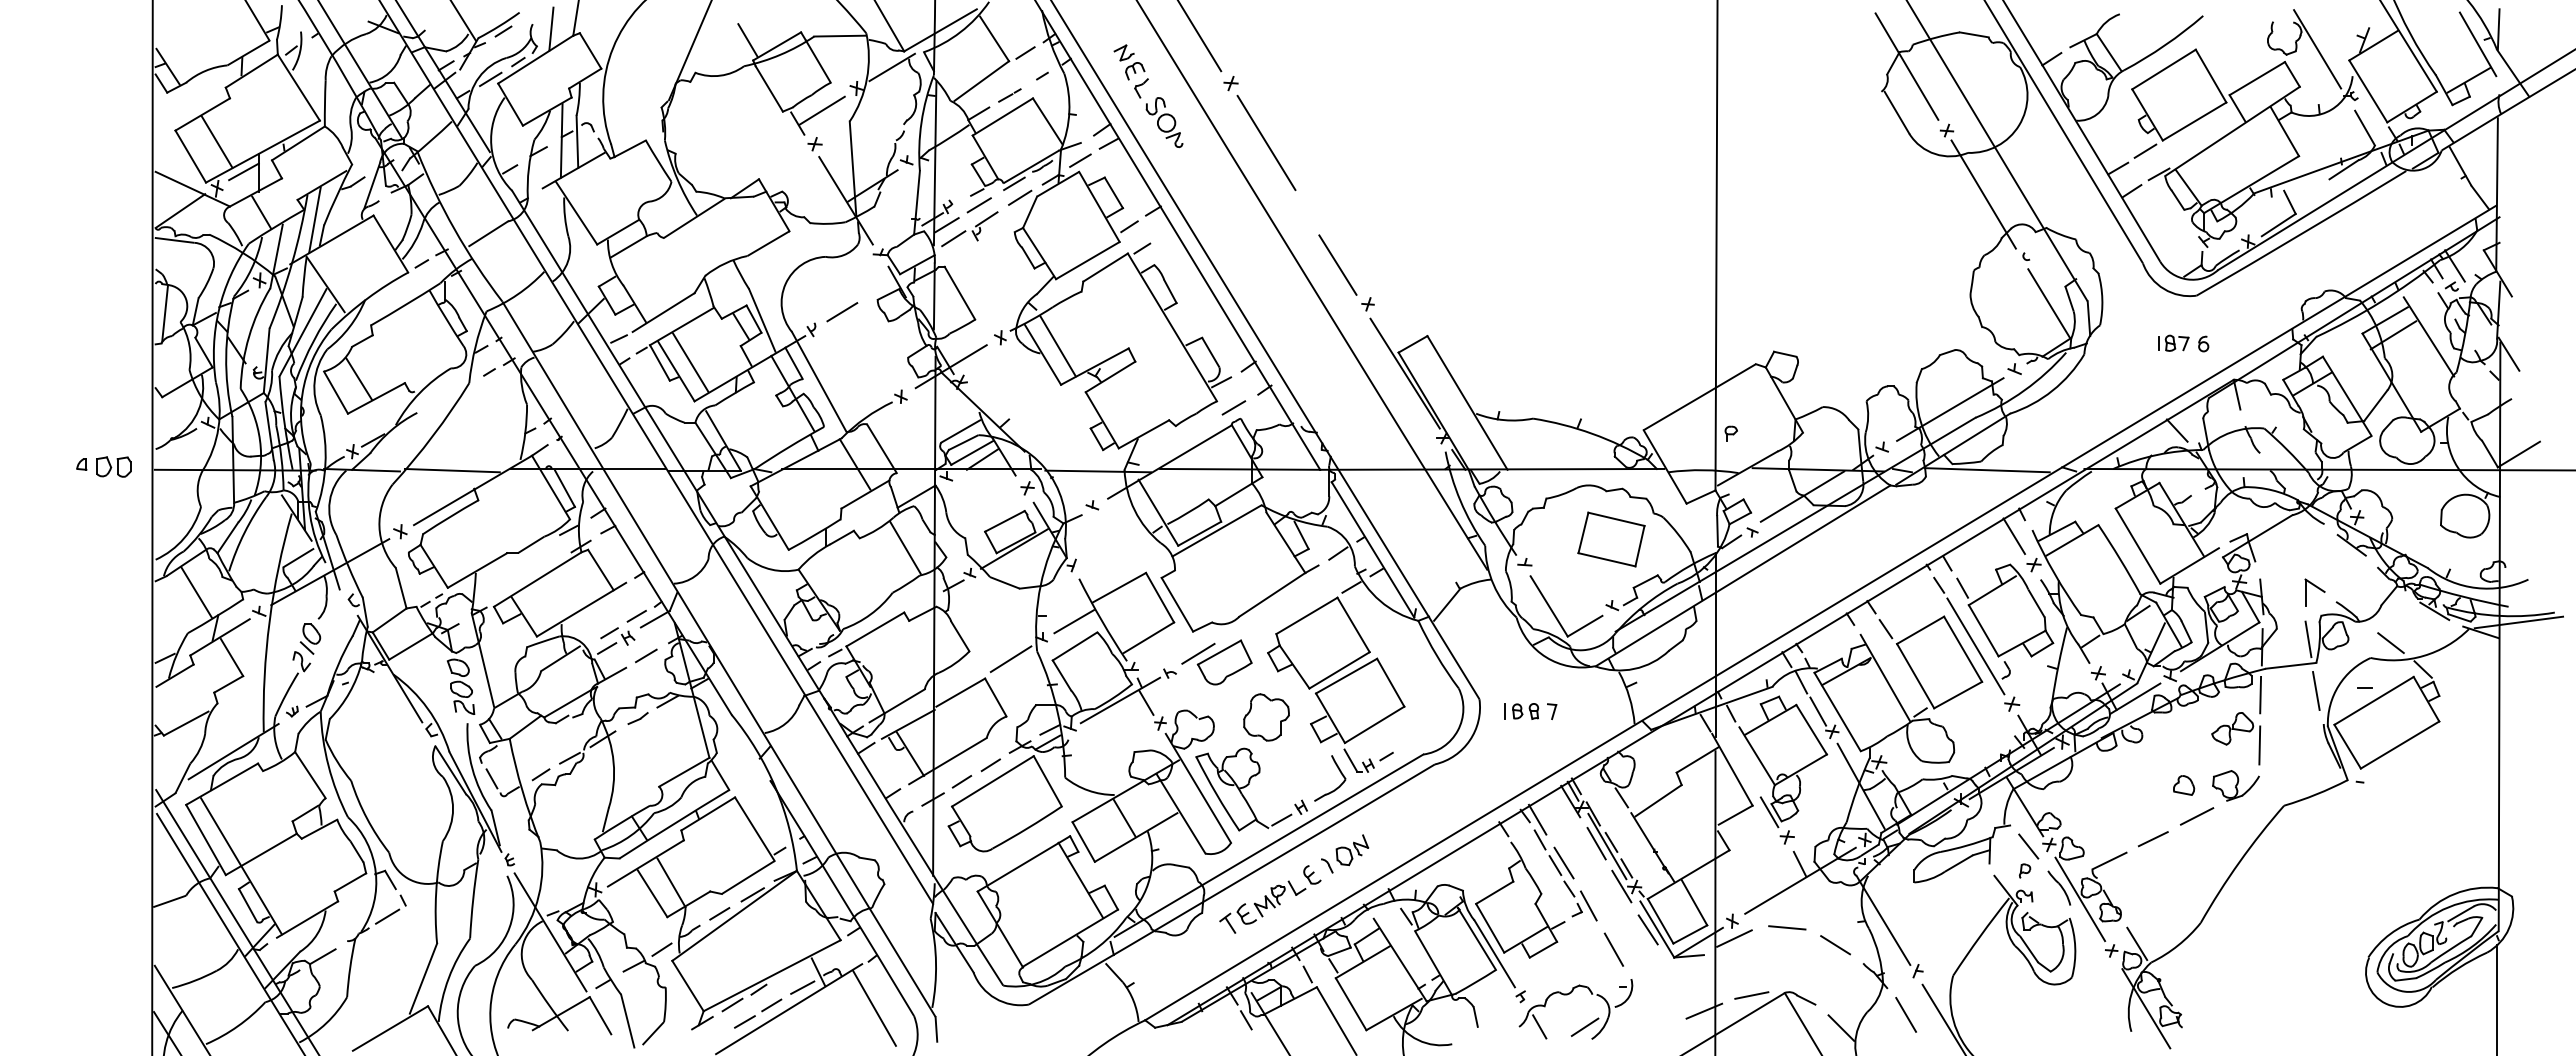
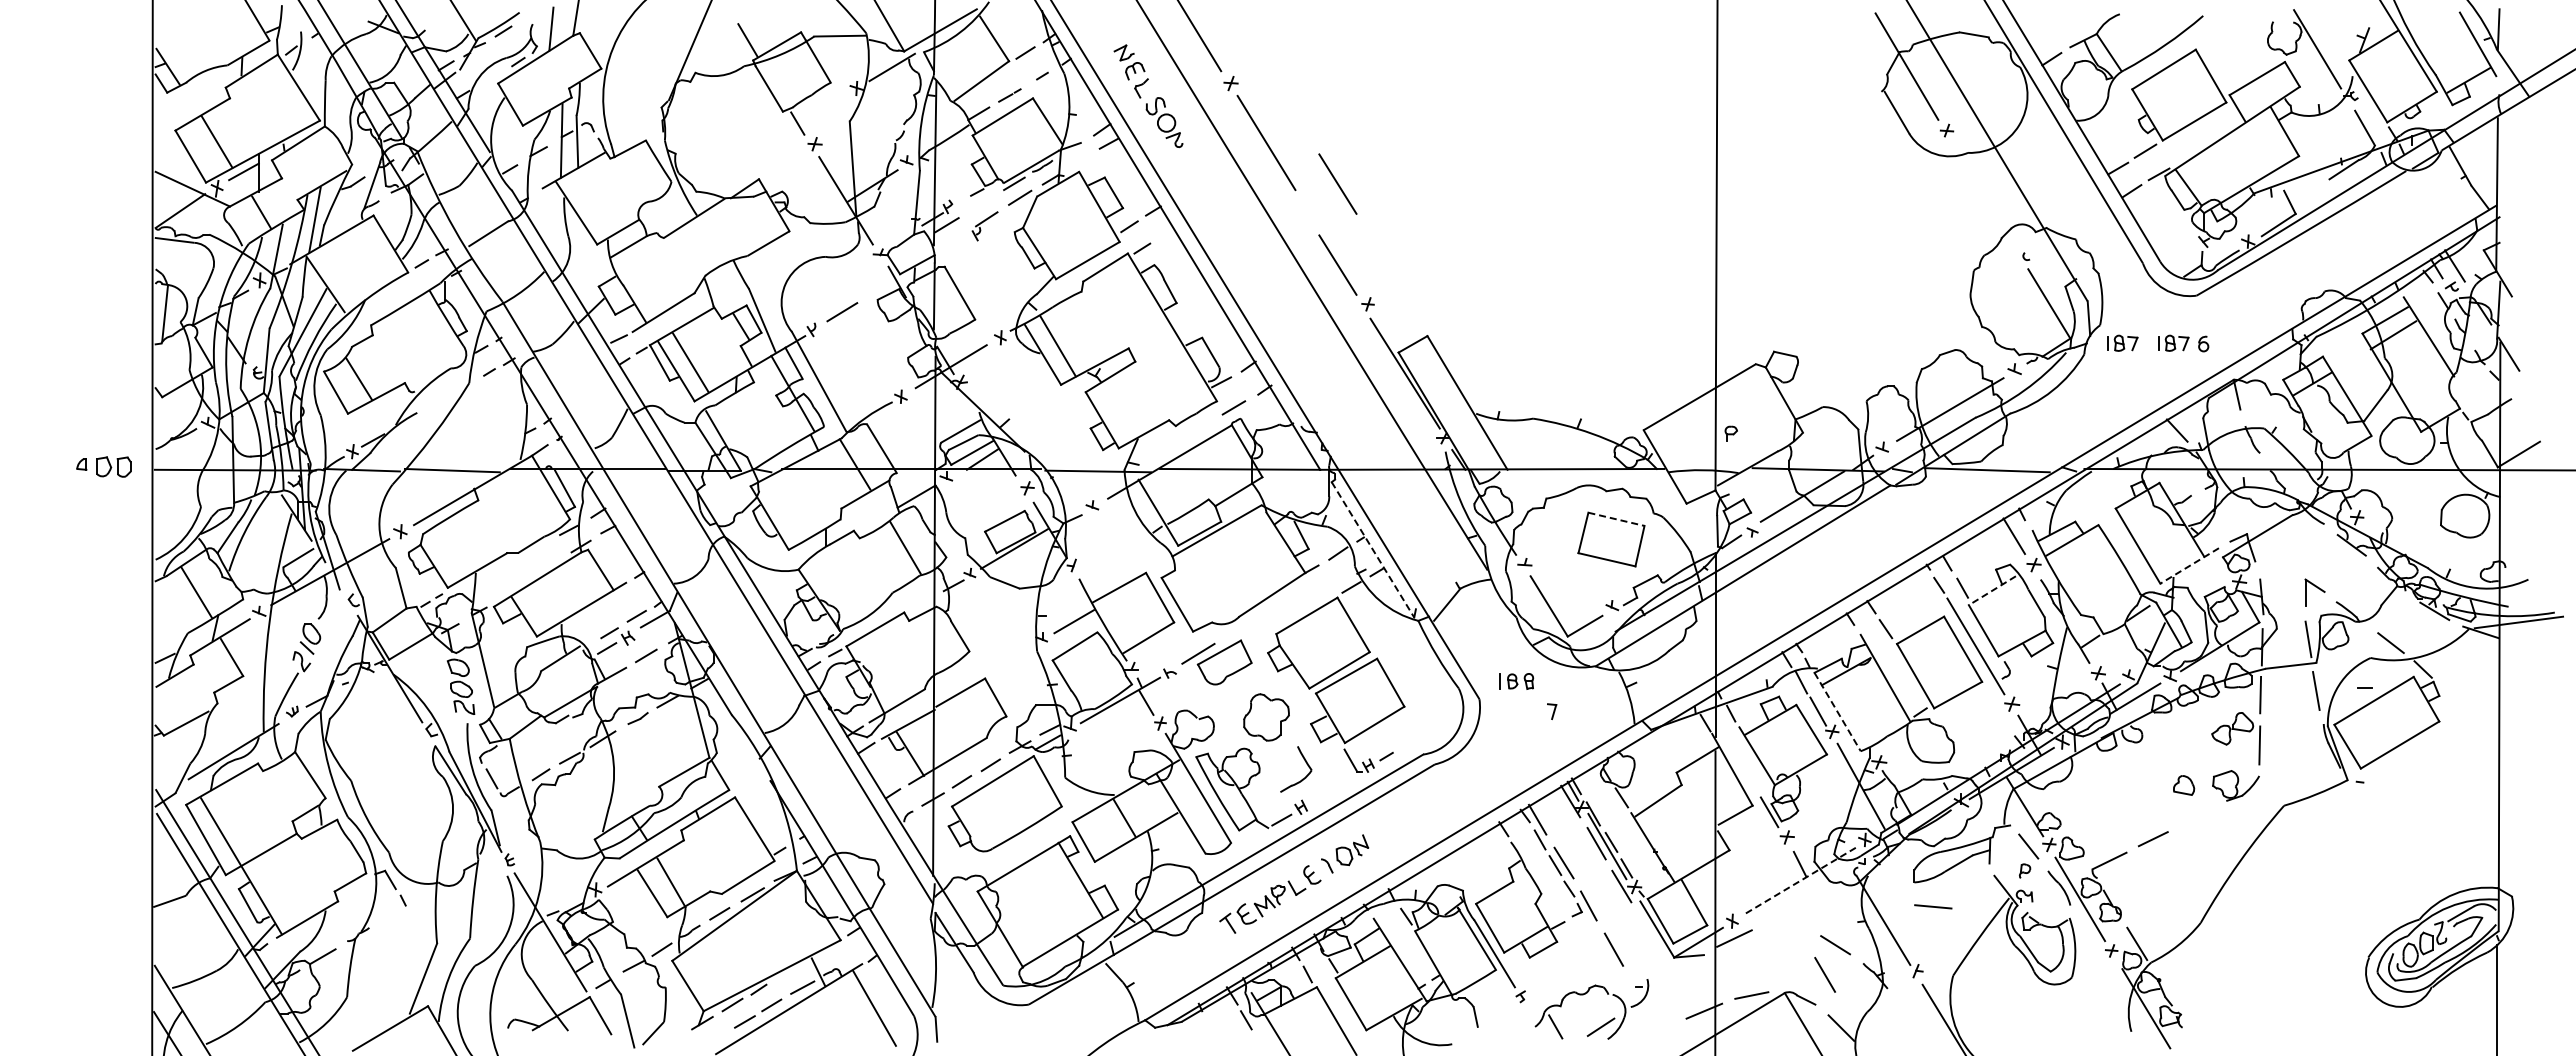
line at (490, 79): present -> none
line at (821, 110): present -> none
line at (1080, 160): present -> none
line at (1337, 183): none -> present
line at (1983, 194): present -> none
line at (978, 205): present -> none
line at (953, 238): present -> none
part at (2122, 342): none -> present
line at (1616, 519): solid -> dashed
line at (1373, 550): solid -> dashed
line at (2189, 566): solid -> dashed
line at (1992, 590): solid -> dashed
line at (1010, 659): present -> none
part at (1521, 711) position: (1521, 711) -> (1516, 681)
line at (1837, 712): solid -> dashed
part at (1336, 787) position: (1336, 787) -> (1302, 778)
line at (2197, 816): present -> none
line at (1800, 881): solid -> dashed
line at (387, 916): present -> none
line at (1787, 927) position: (1787, 927) -> (1933, 906)
line at (1647, 929): present -> none
part at (1567, 995) position: (1567, 995) -> (1583, 995)
line at (1905, 1014) position: (1905, 1014) -> (1824, 974)
